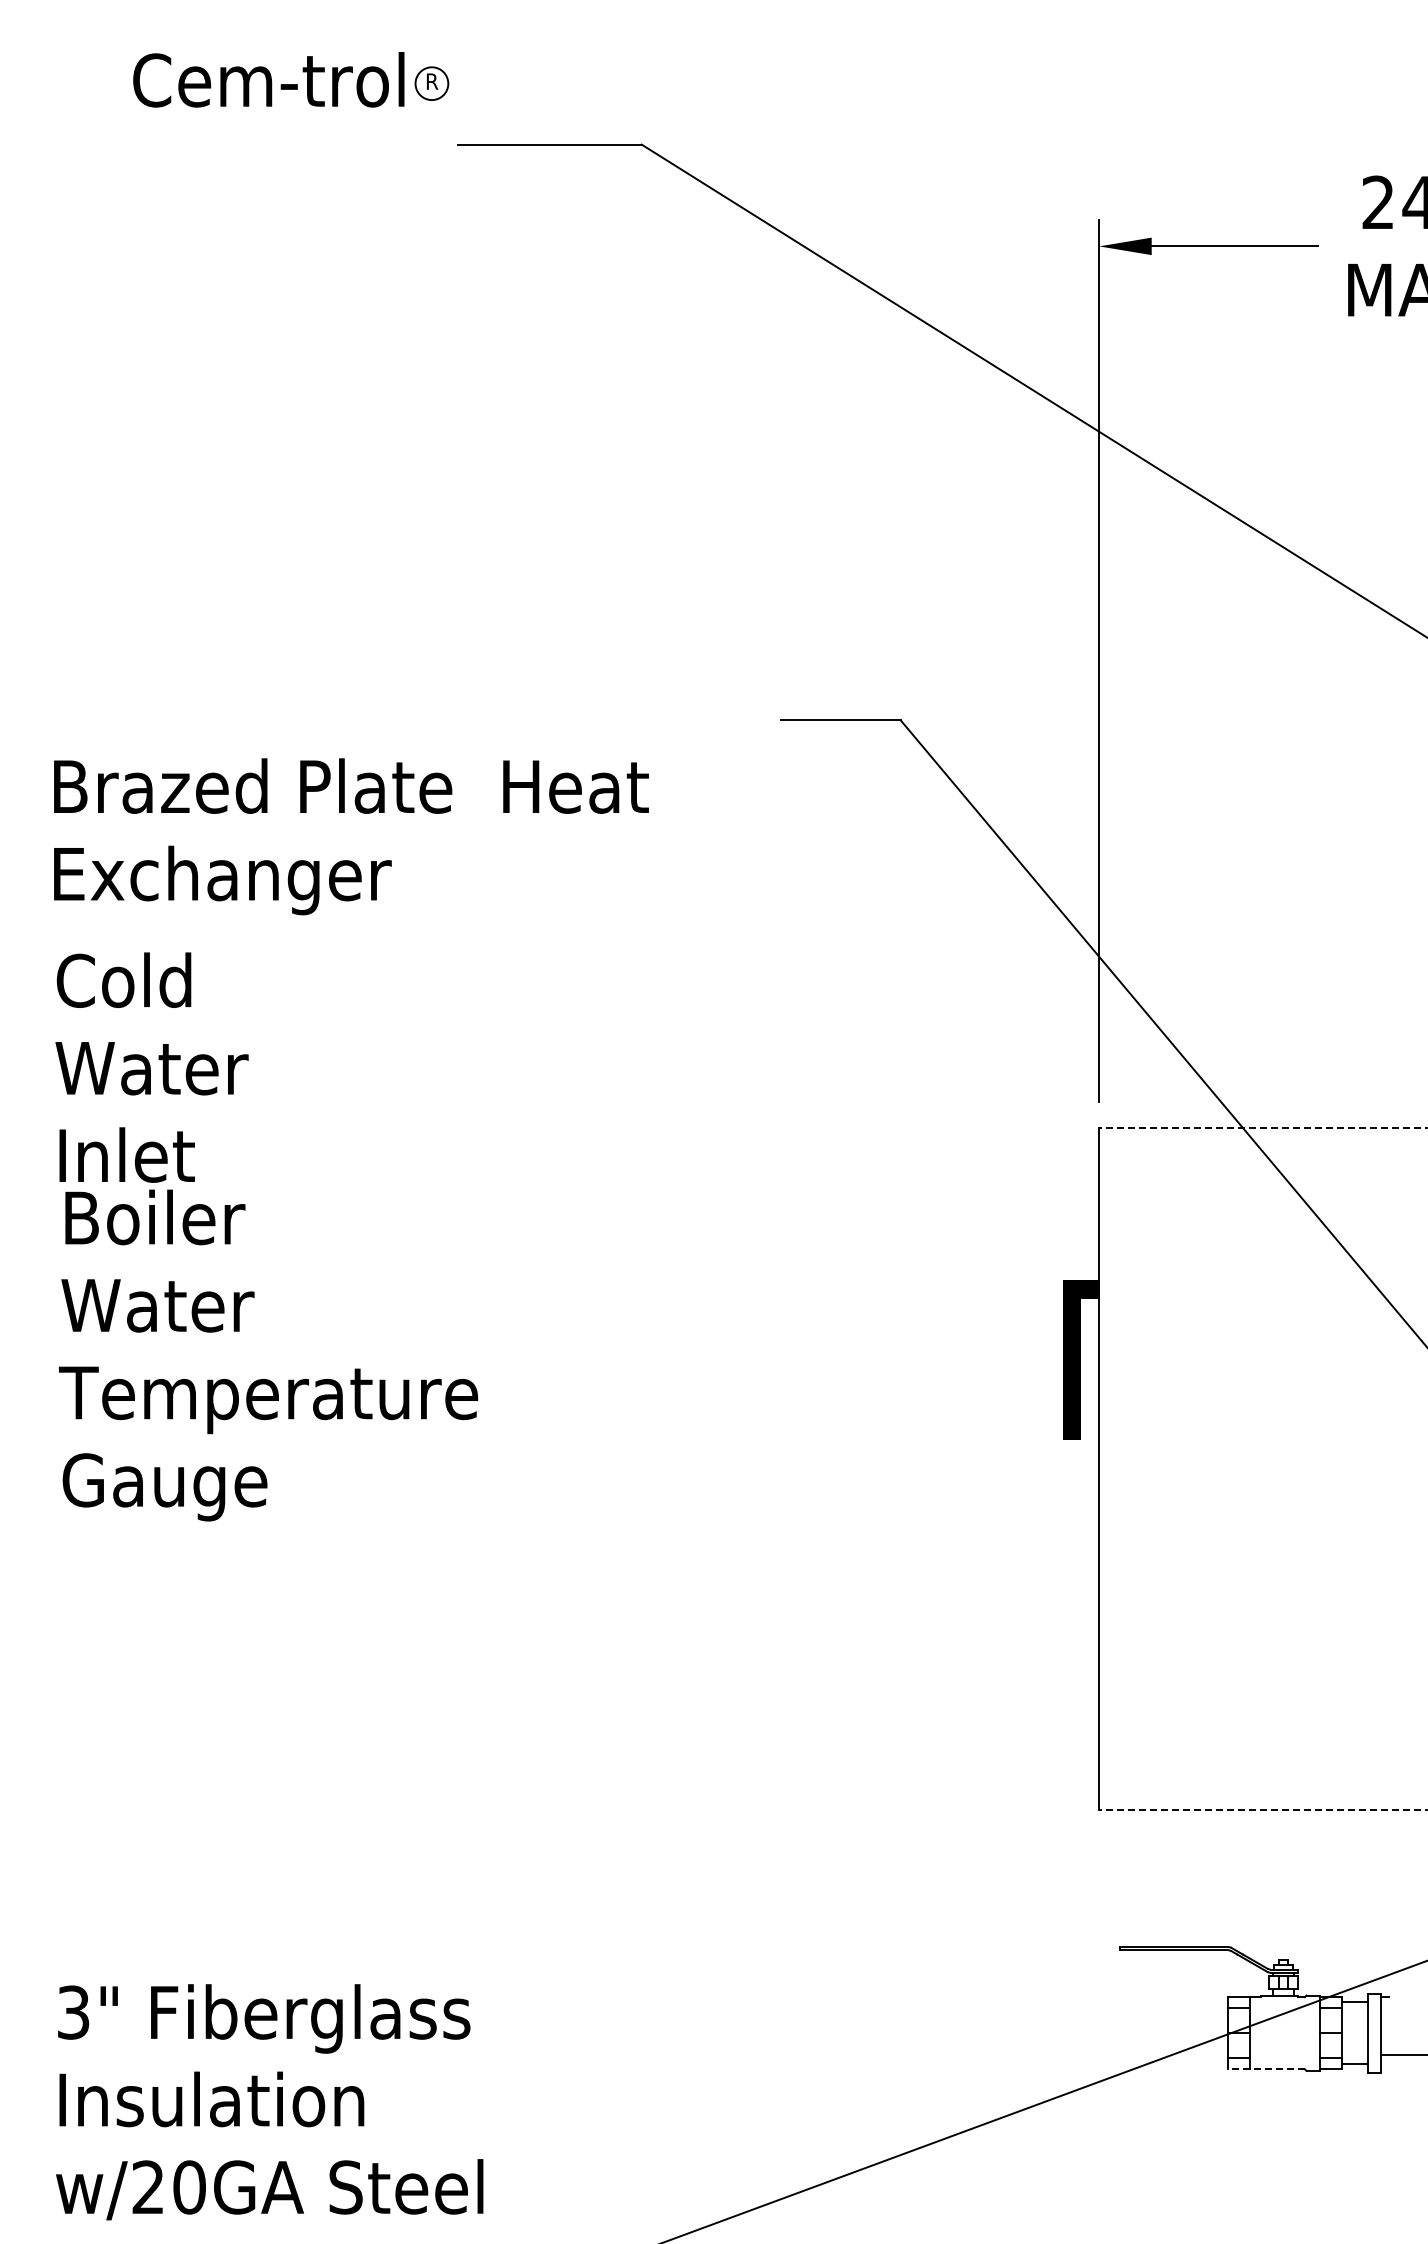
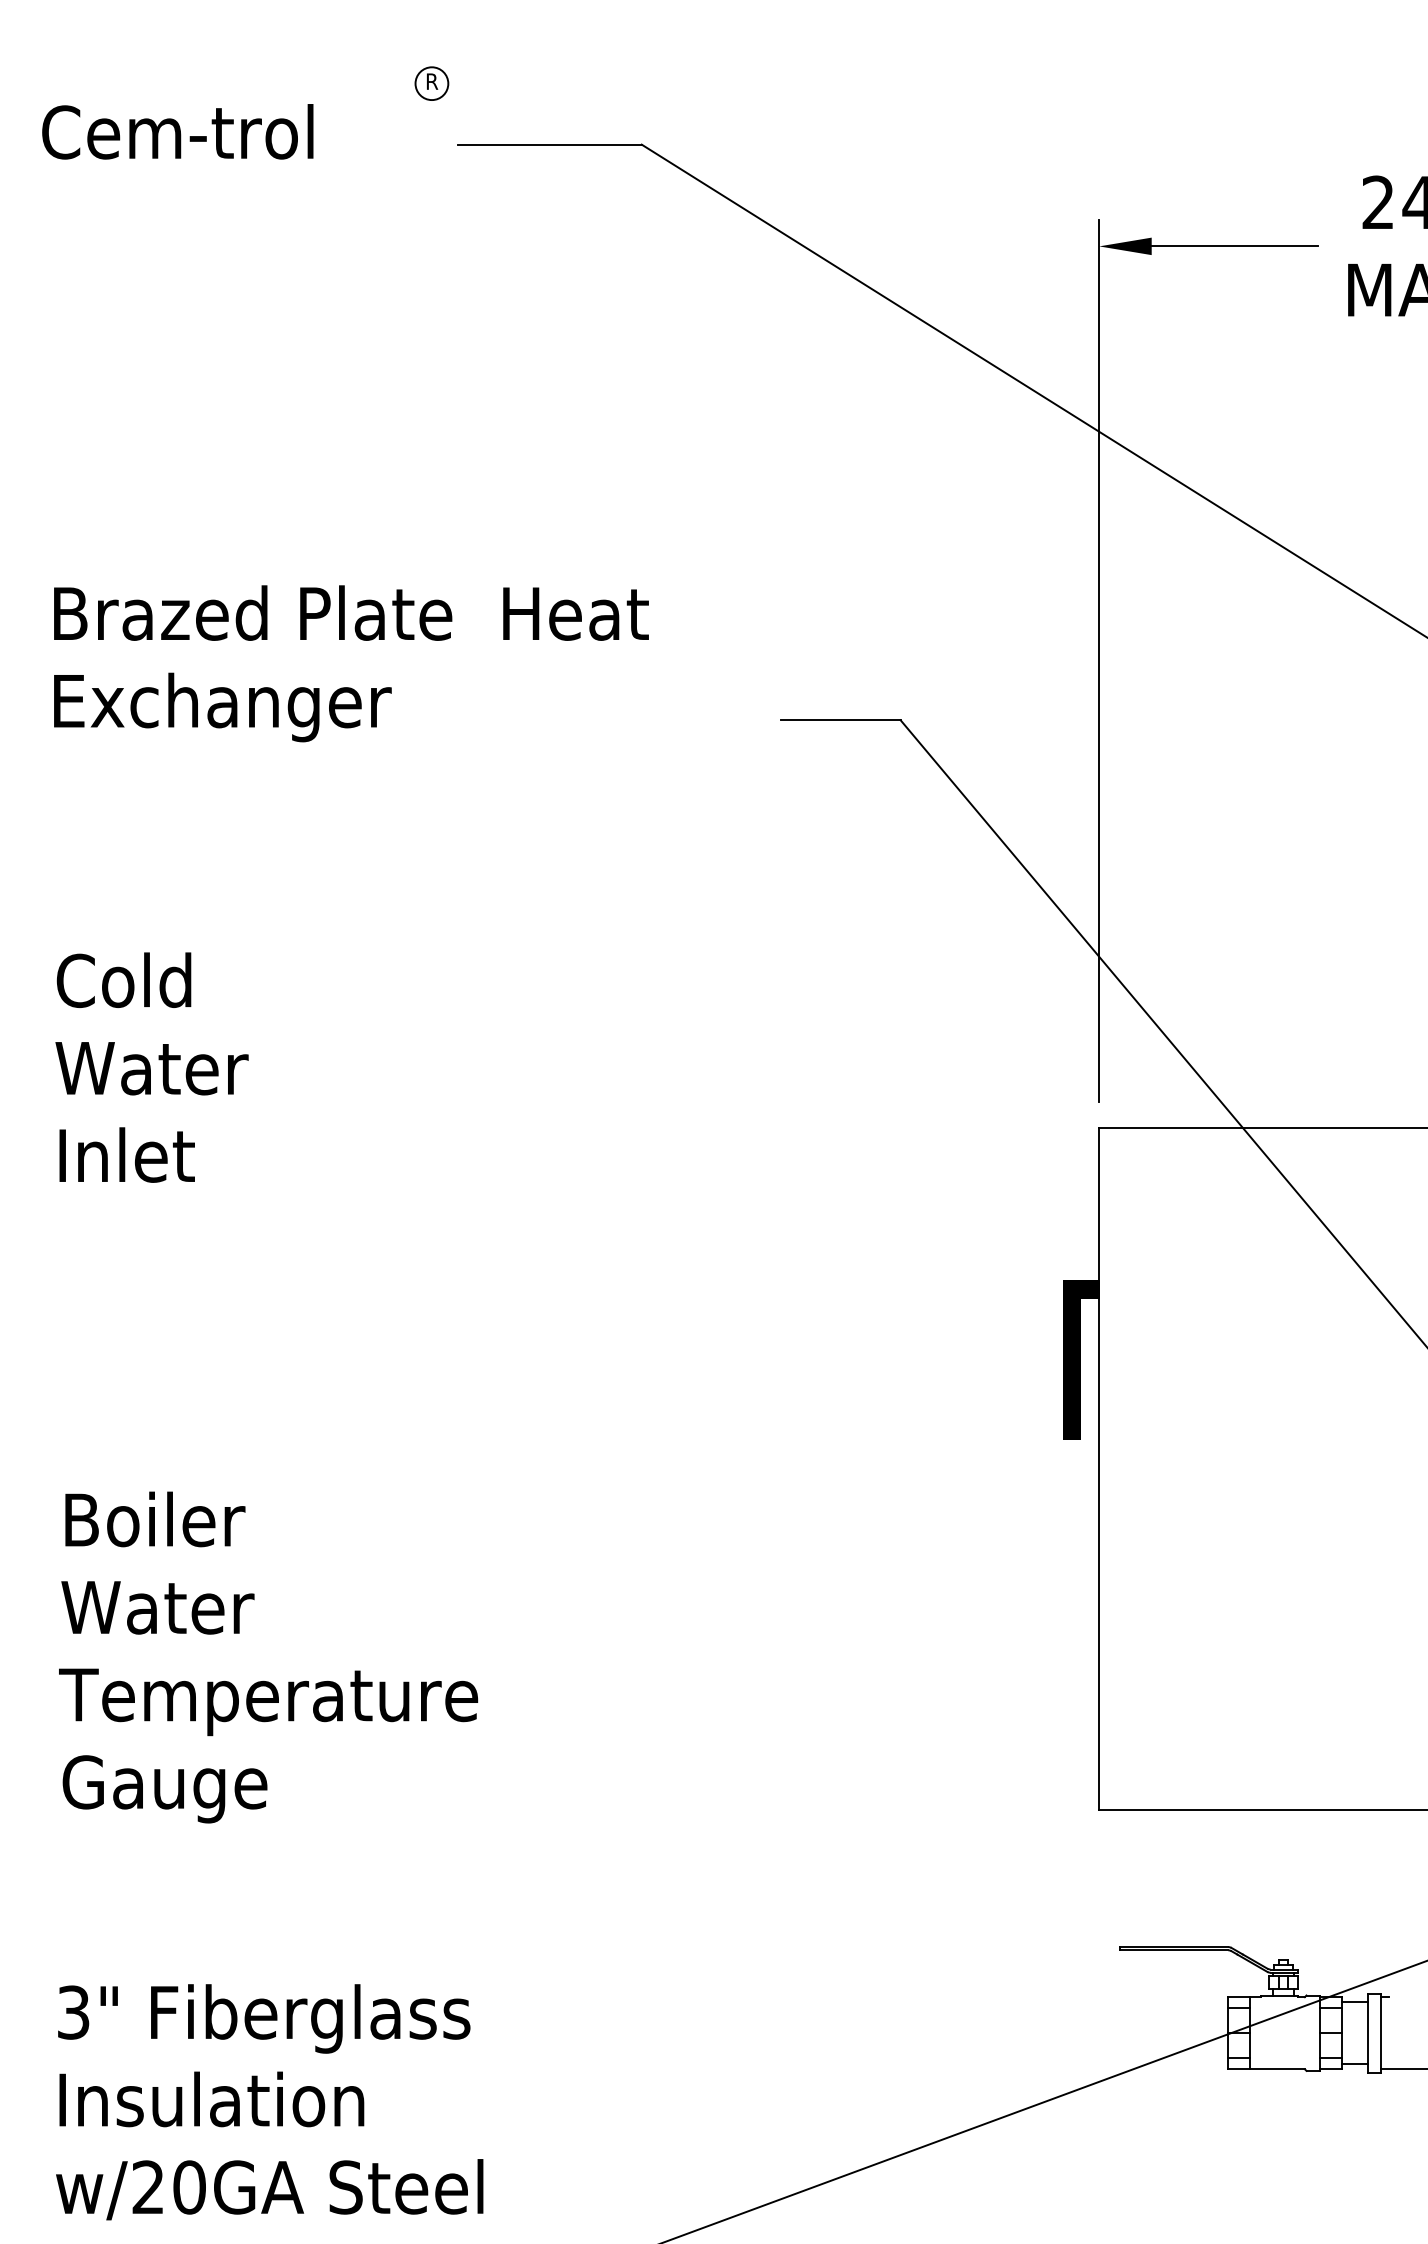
text at (268, 79) position: (268, 79) -> (177, 131)
text at (351, 836) position: (351, 836) -> (351, 663)
line at (1263, 1128): dashed -> solid
text at (268, 1355) position: (268, 1355) -> (268, 1657)
line at (1263, 1810): dashed -> solid
line at (1402, 2055) position: (1402, 2055) -> (1402, 2069)
line at (1266, 2069): dashed -> solid
